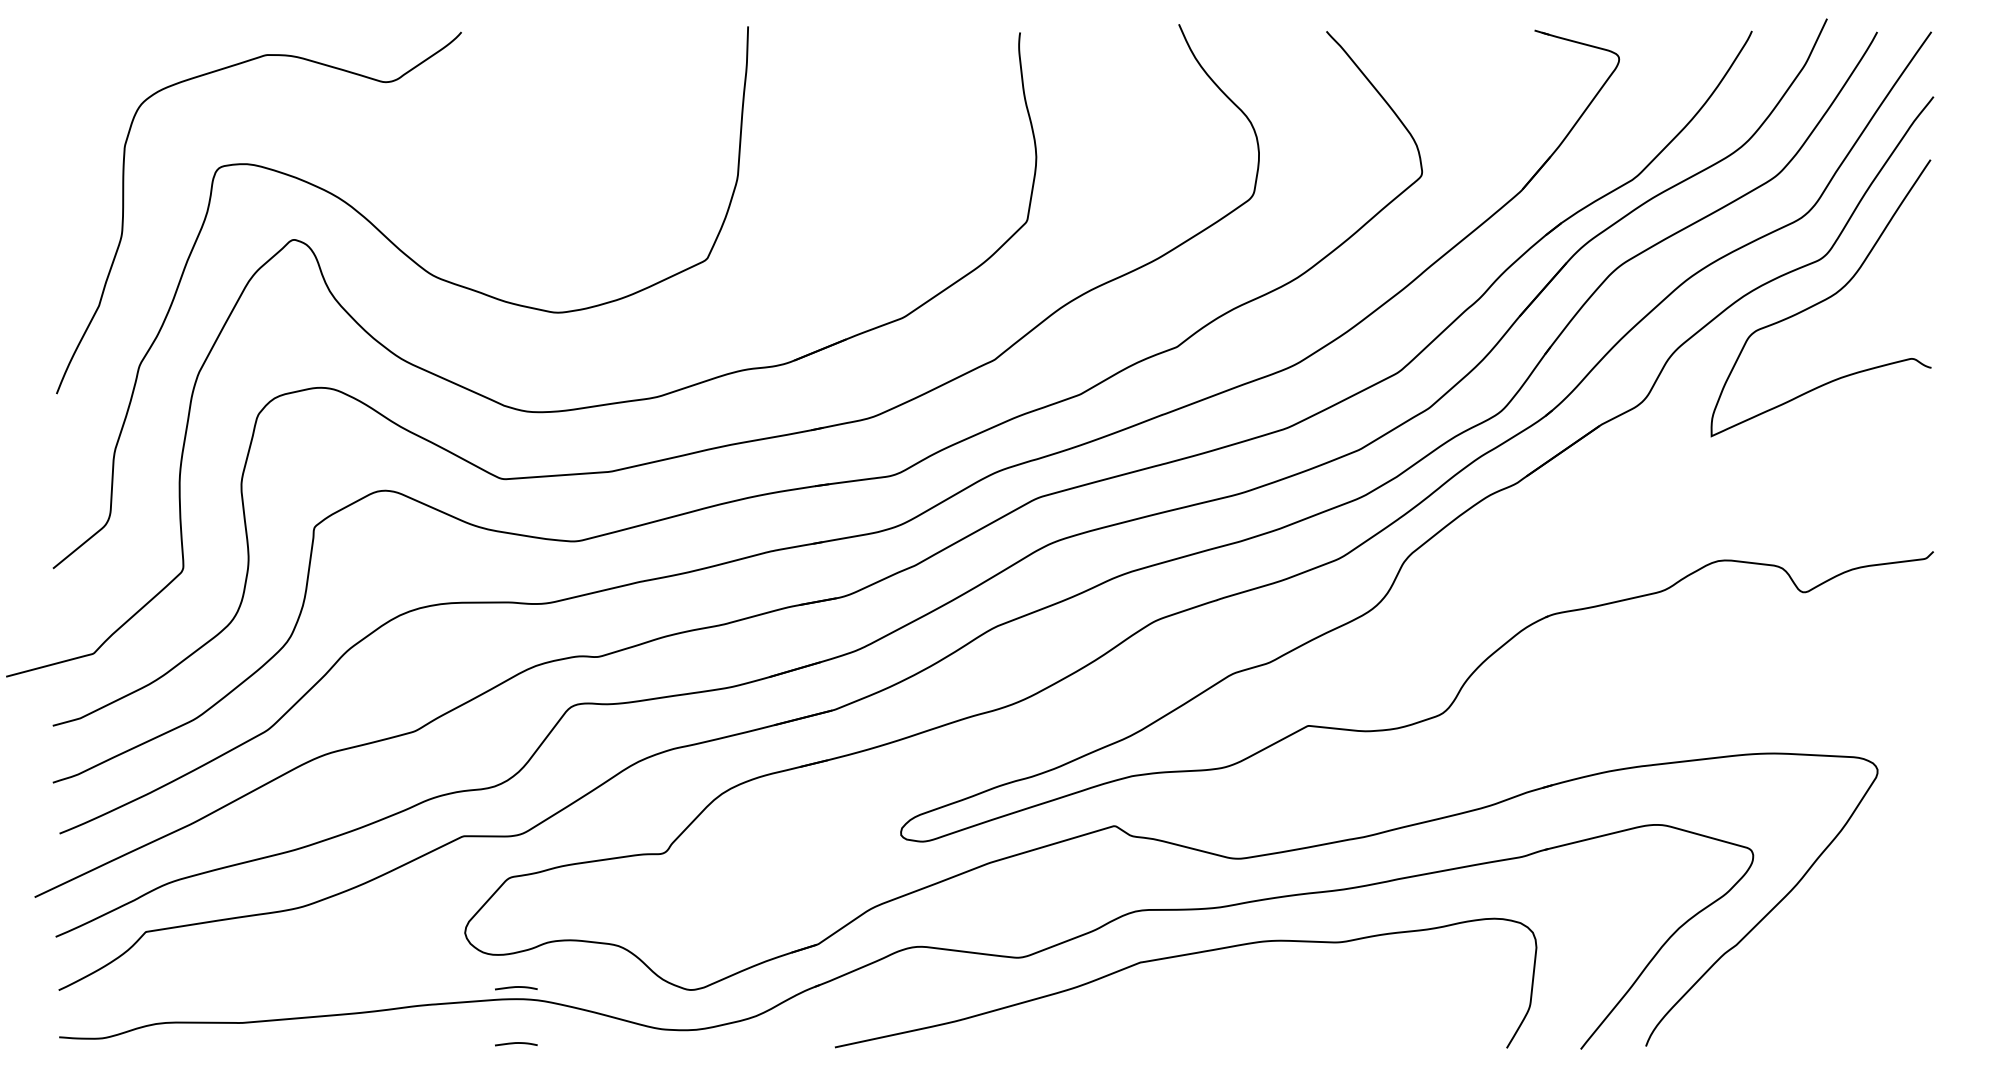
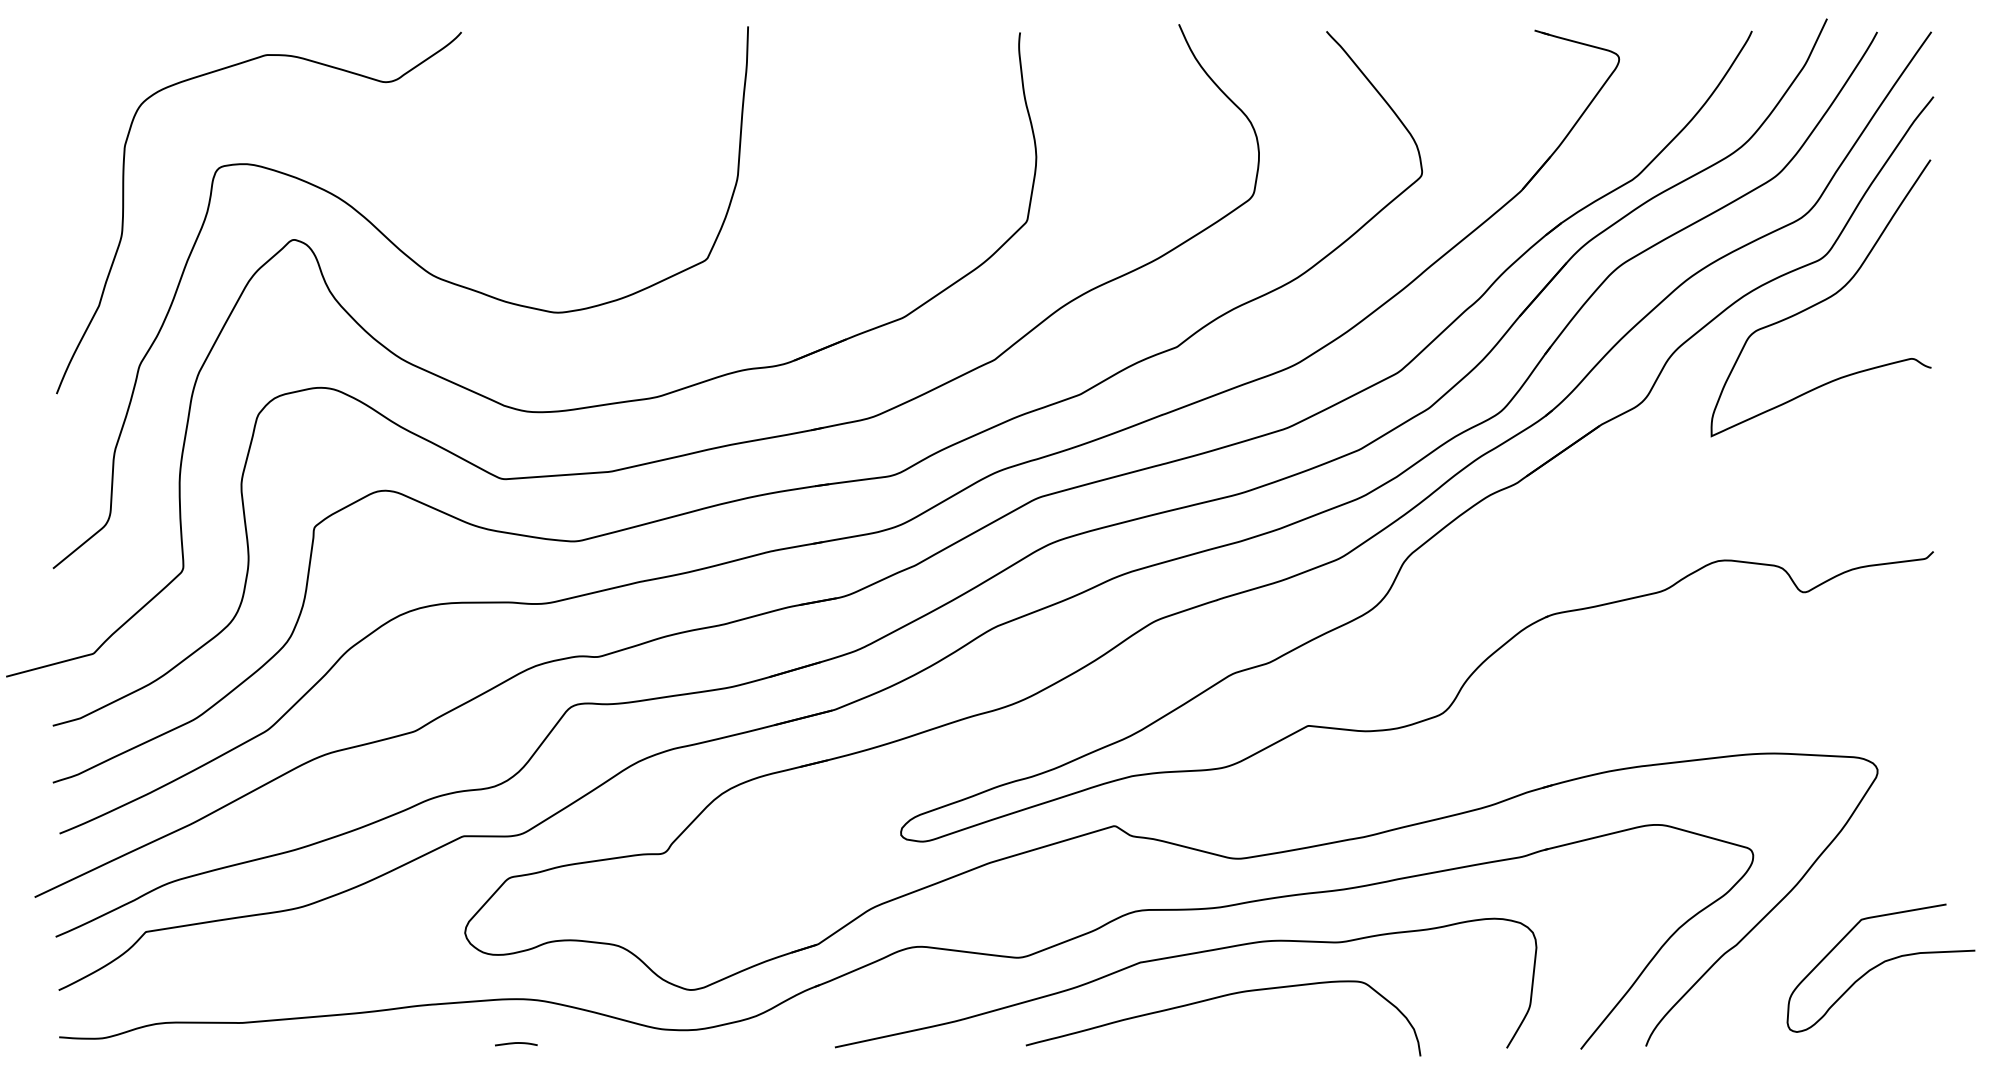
curve at (1880, 965): none -> present
curve at (516, 987): present -> none
curve at (1218, 998): none -> present
